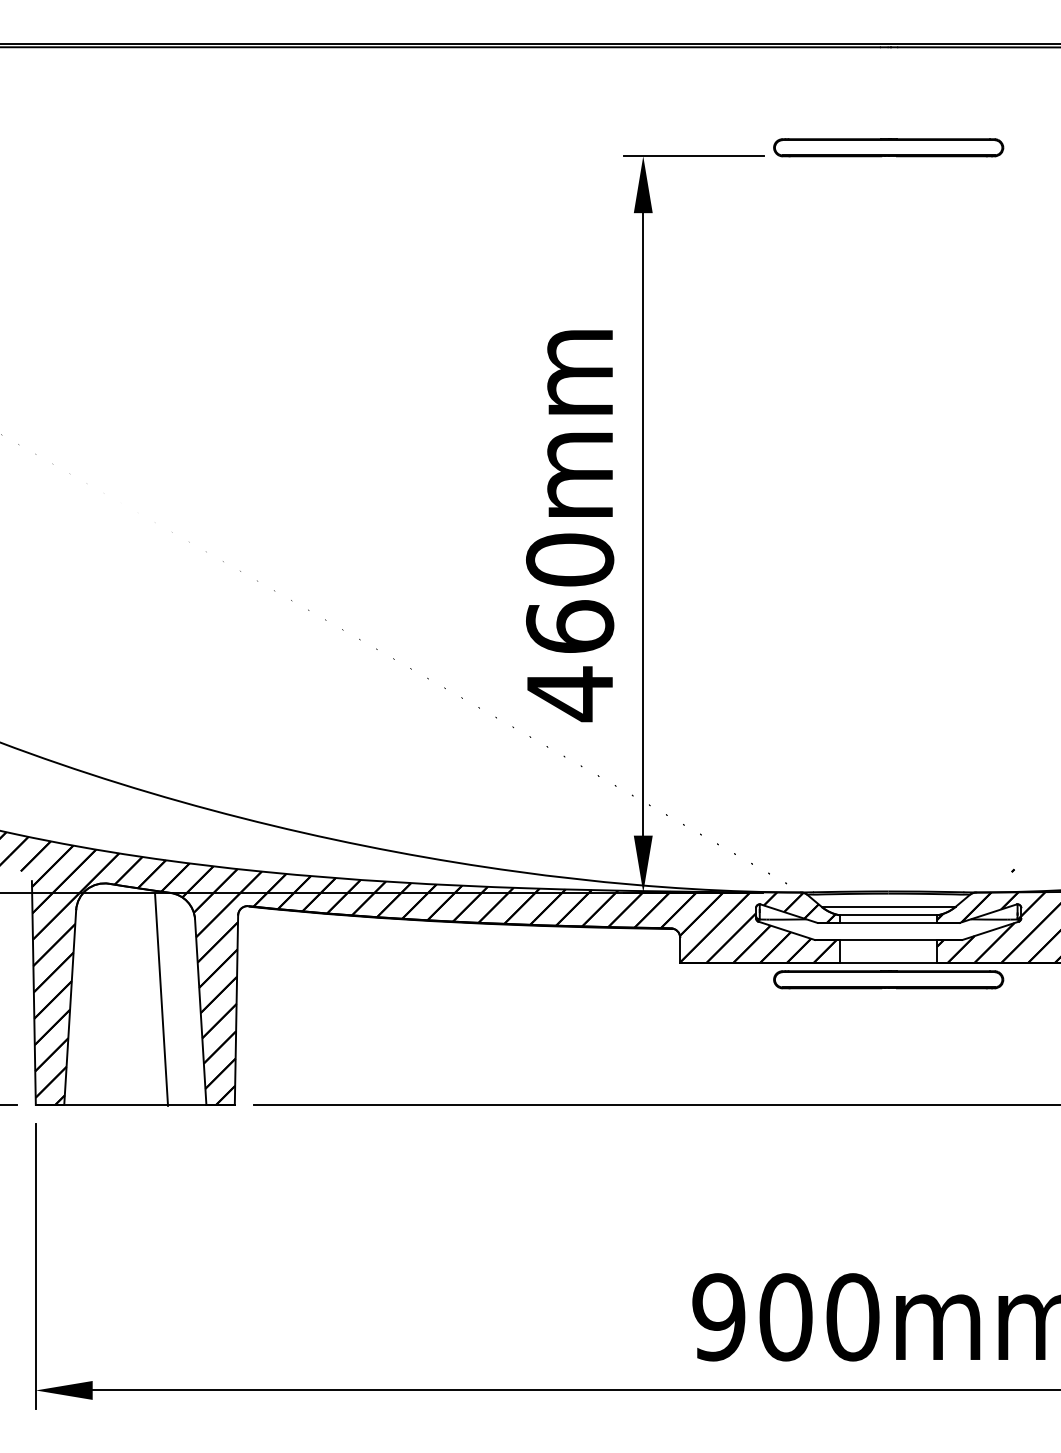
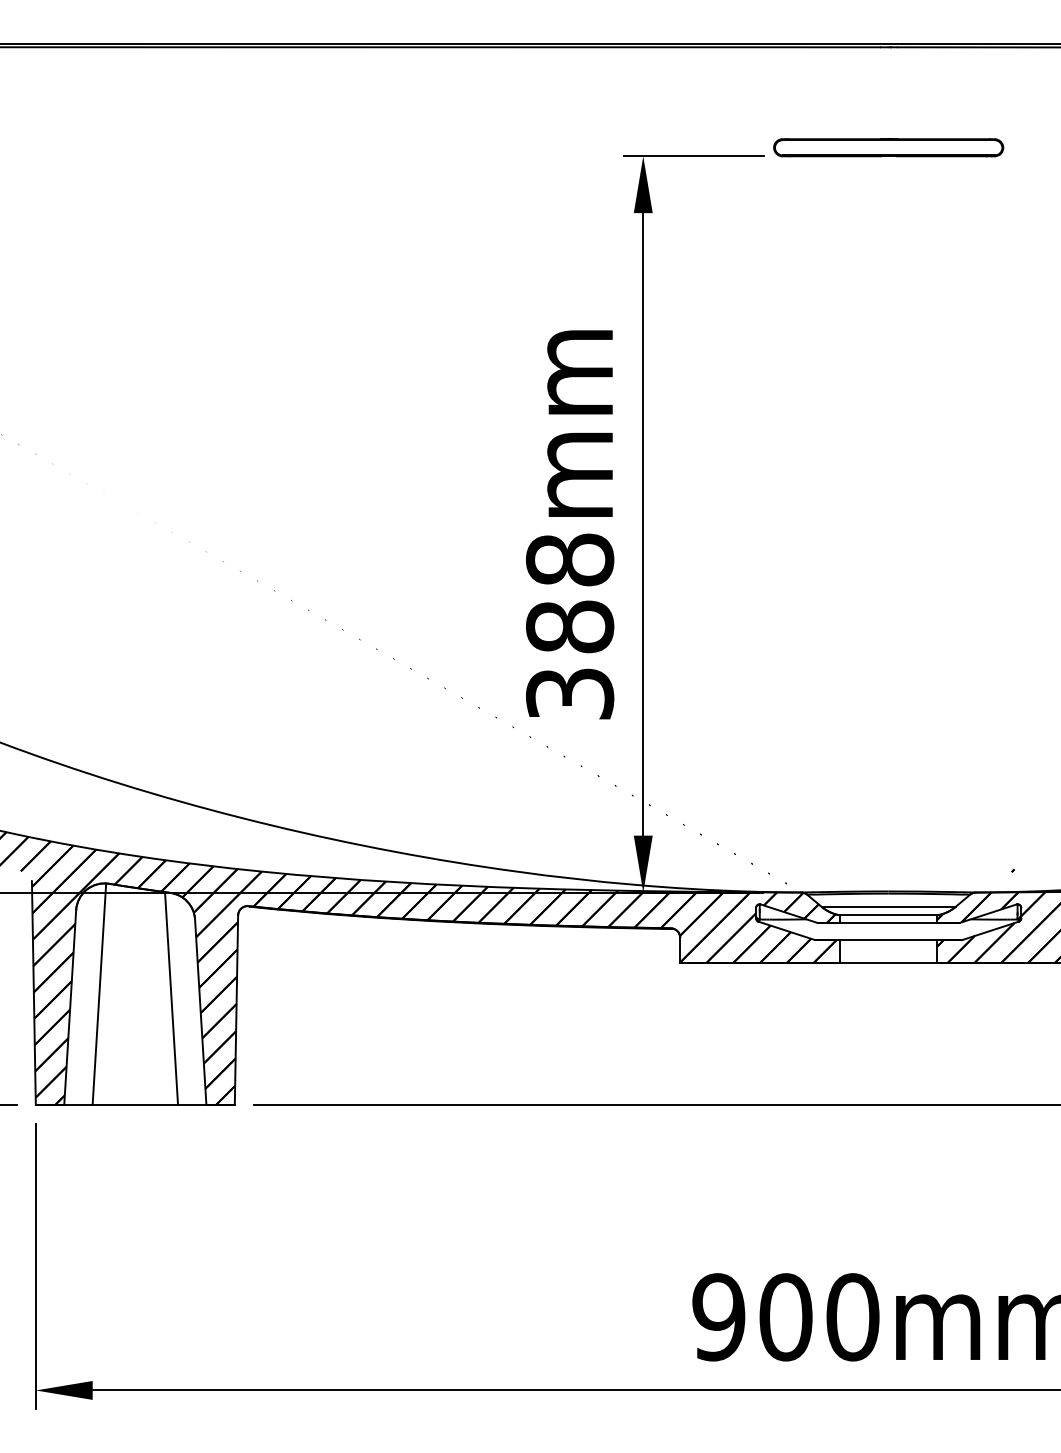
text at (570, 627): 460mm -> 388mm
part at (888, 979): present -> none
line at (99, 993): none -> present
line at (161, 999) position: (161, 999) -> (171, 998)
